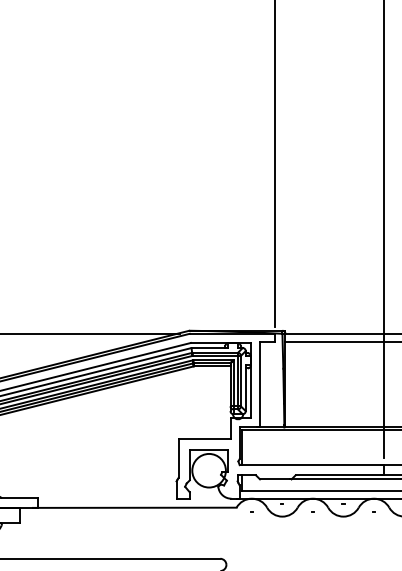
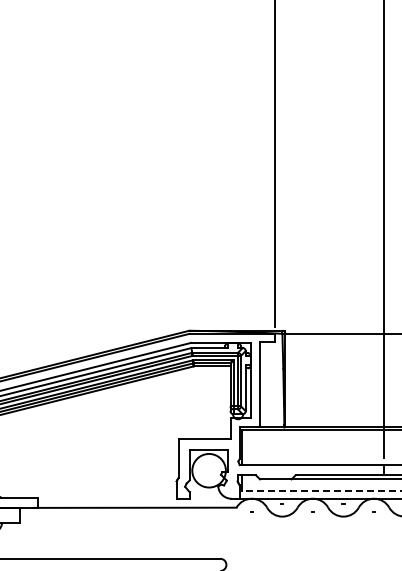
line at (90, 333): present -> none
line at (341, 341): present -> none
line at (321, 490): solid -> dashed
